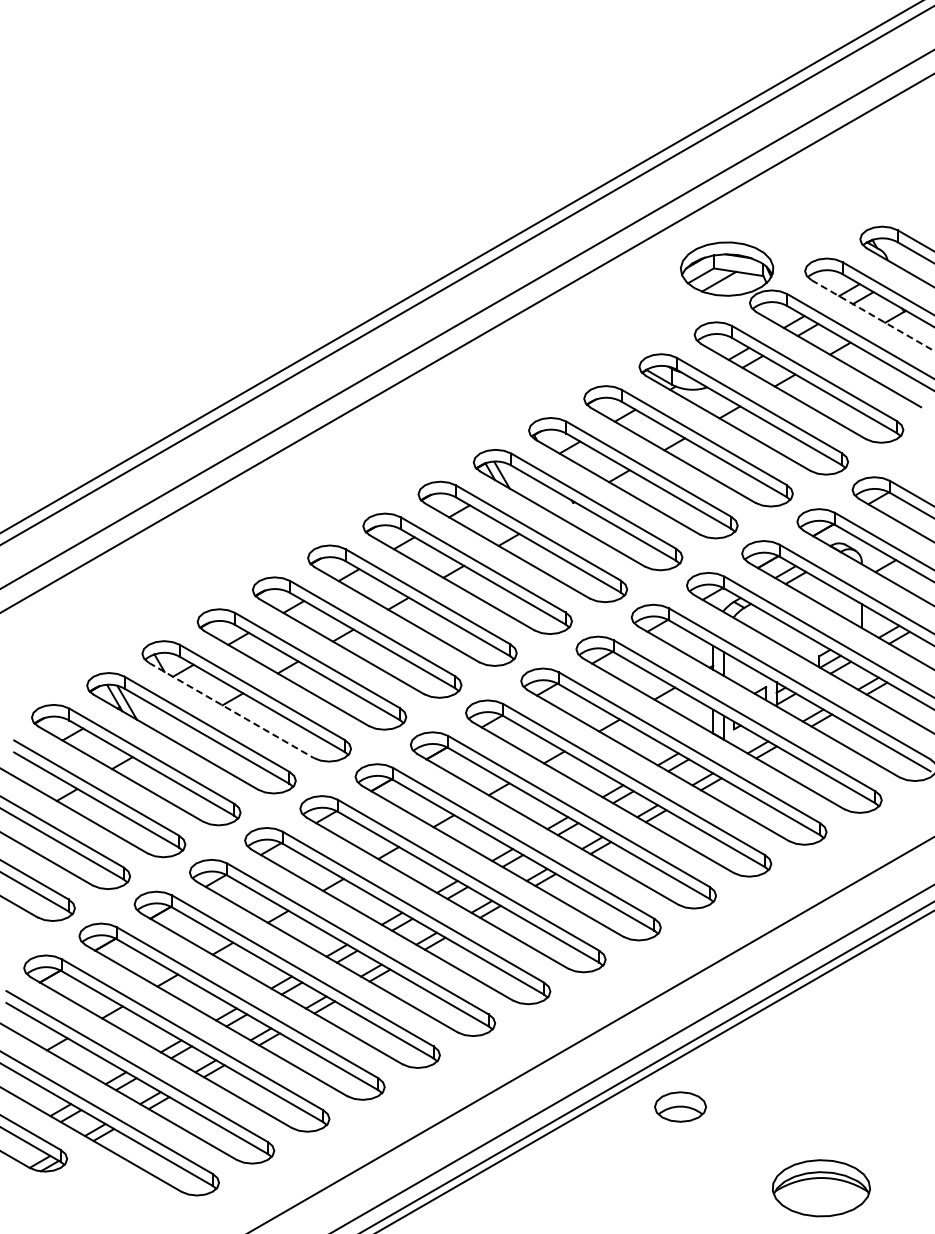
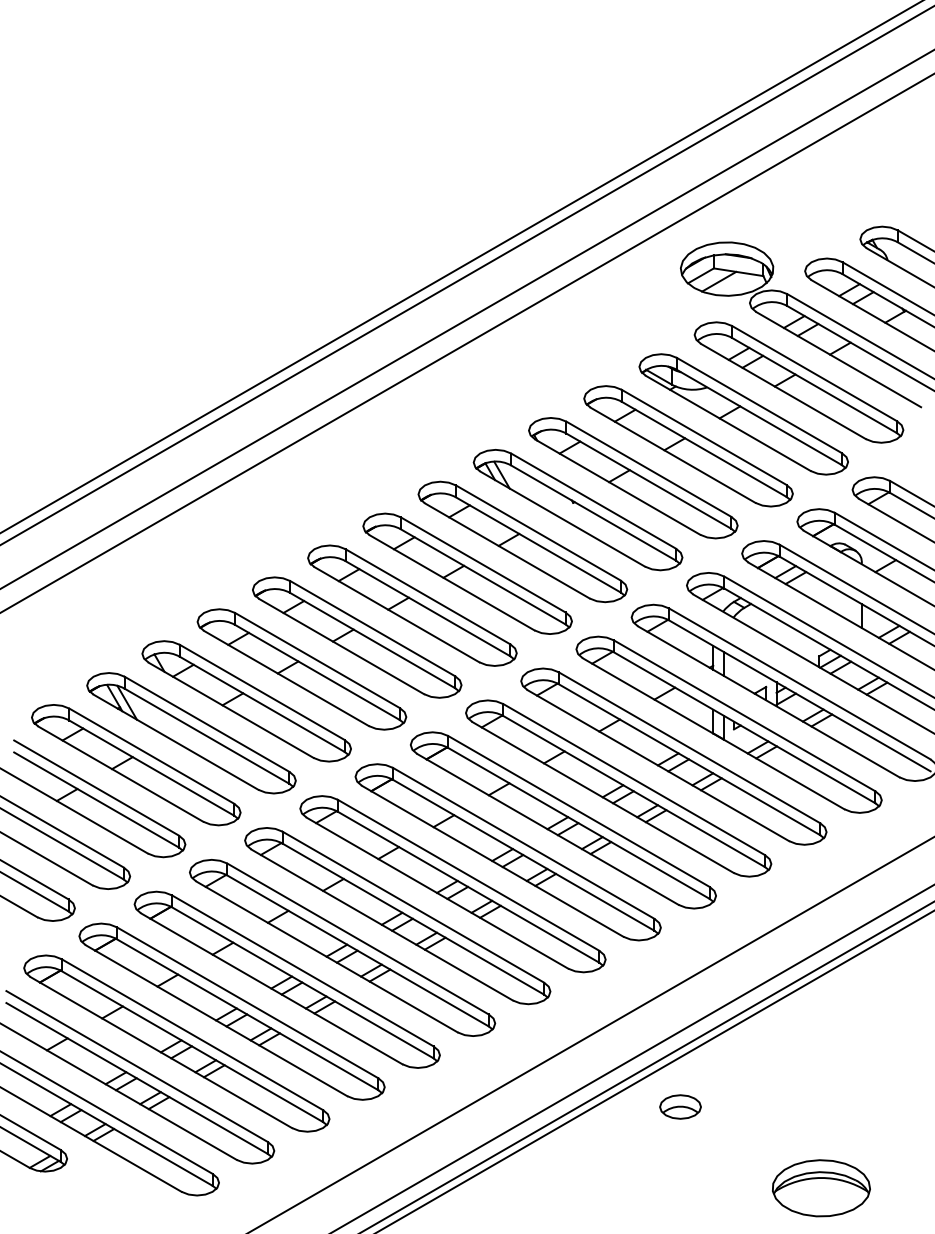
line at (873, 316): dashed -> solid
line at (231, 710): dashed -> solid
part at (680, 1106) size: 53x32 px -> 43x26 px
